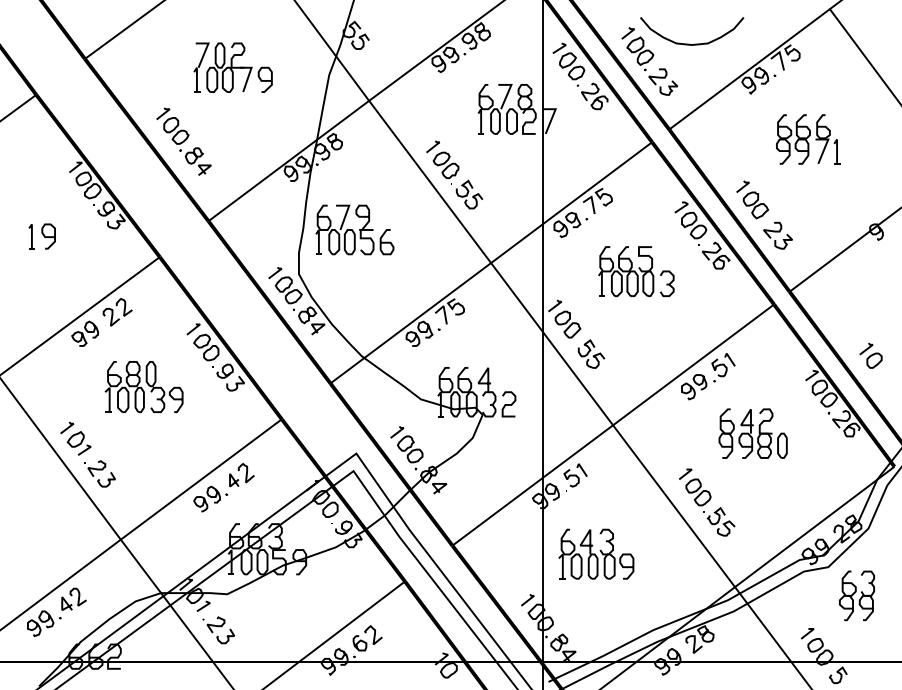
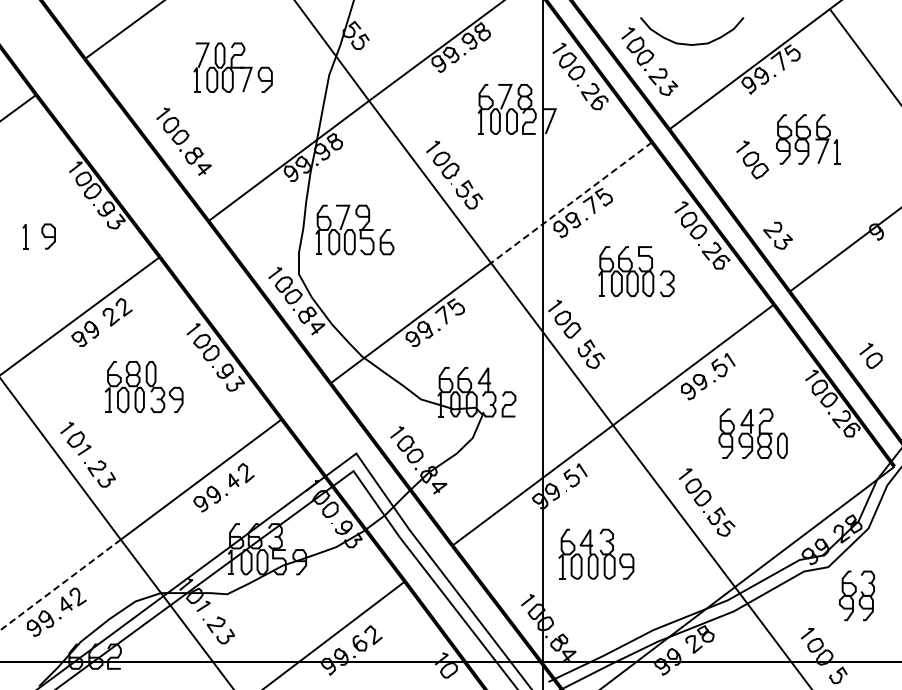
part at (752, 199) position: (752, 199) -> (752, 159)
line at (571, 202): solid -> dashed
part at (31, 236) position: (31, 236) -> (25, 236)
line at (60, 585): solid -> dashed
